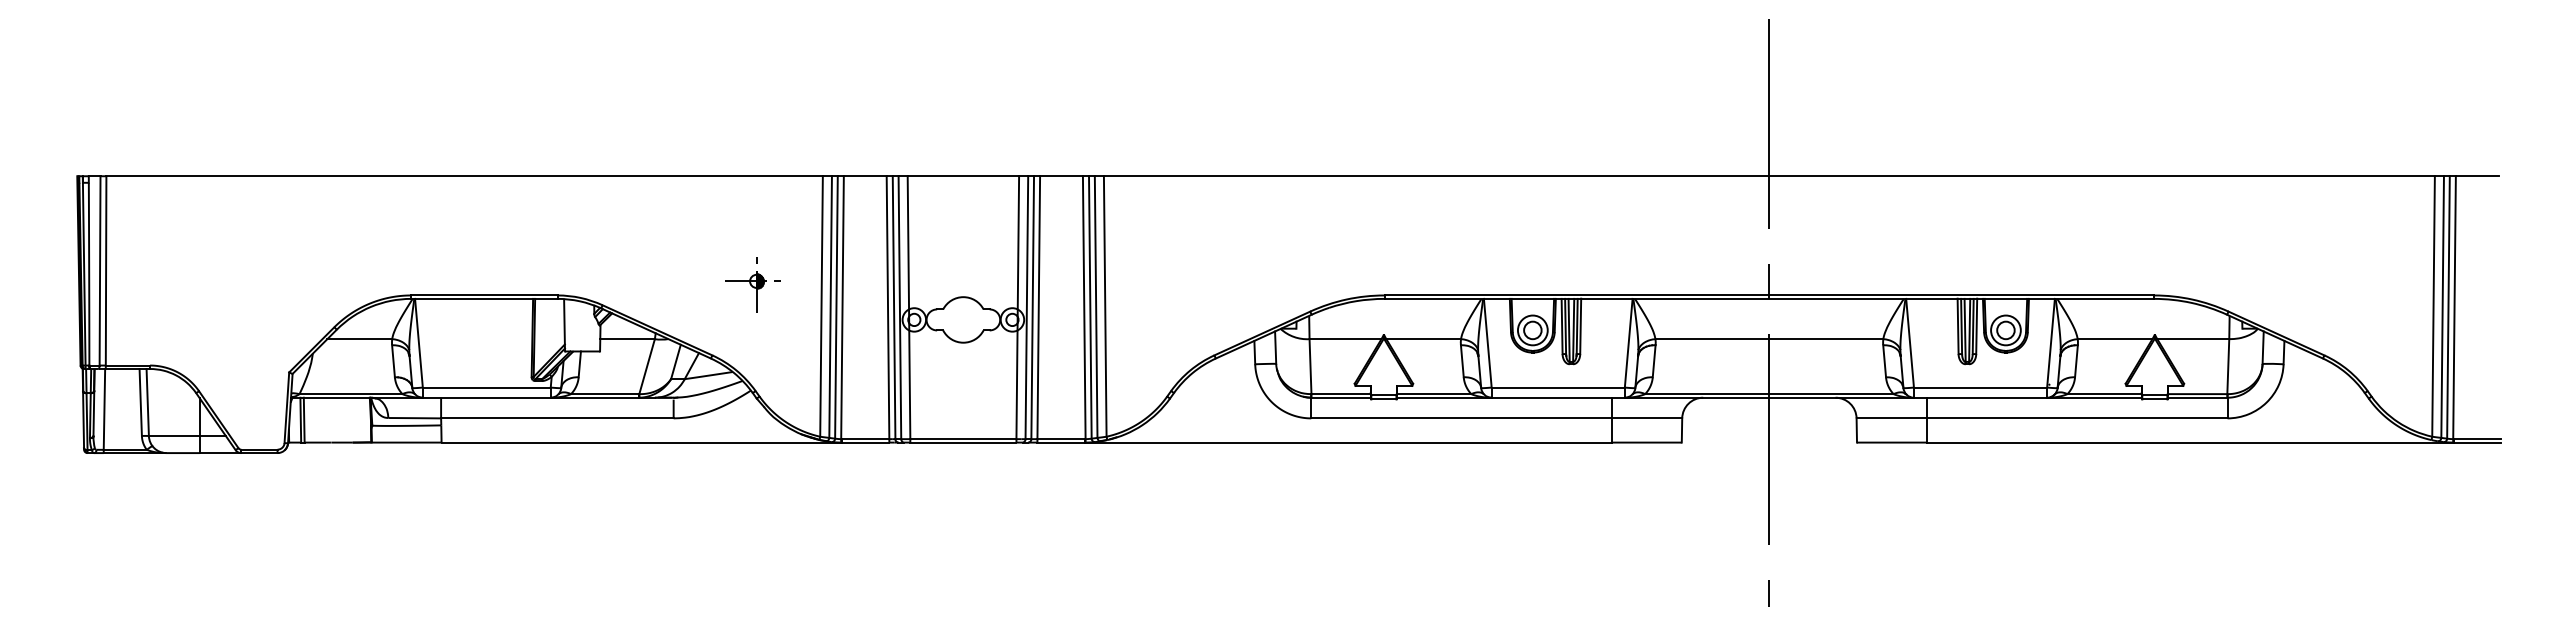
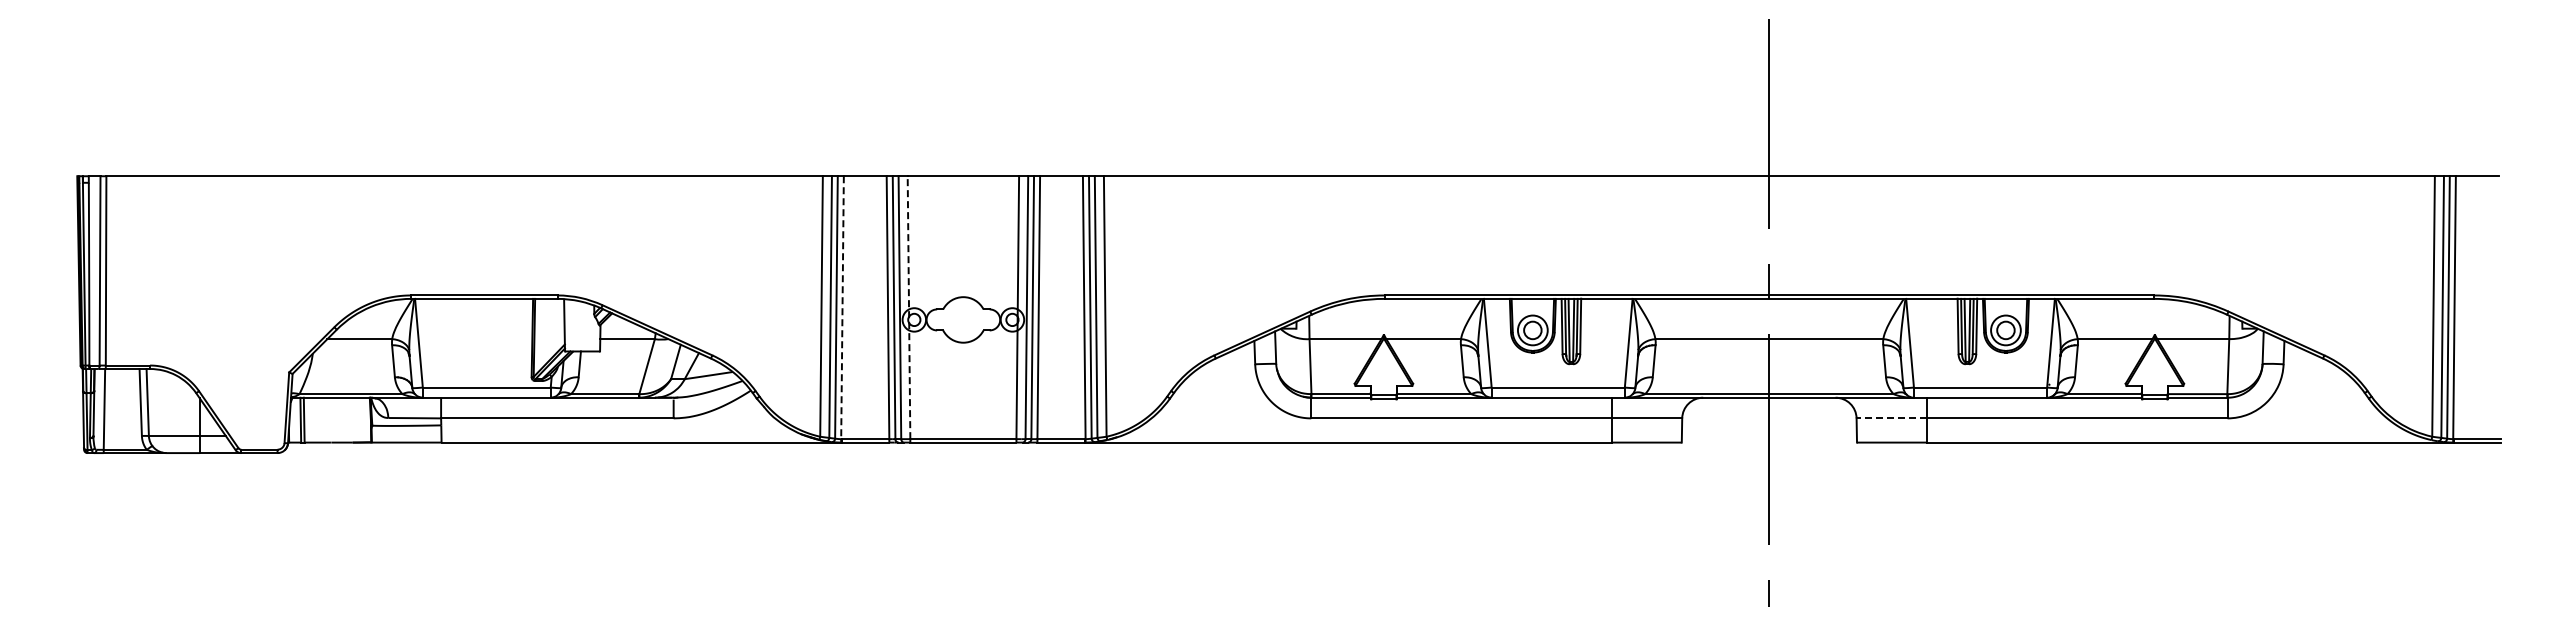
part at (752, 284): present -> none
line at (909, 307): solid -> dashed
line at (842, 308): solid -> dashed
line at (1891, 418): solid -> dashed
